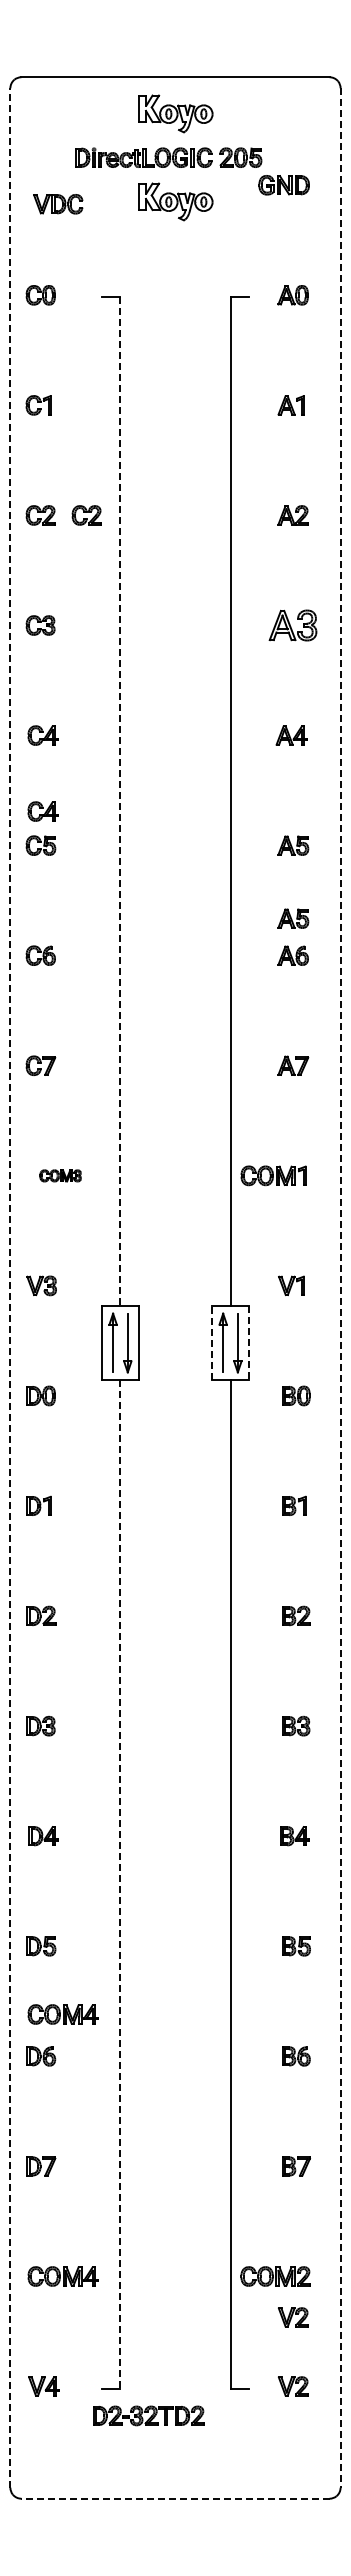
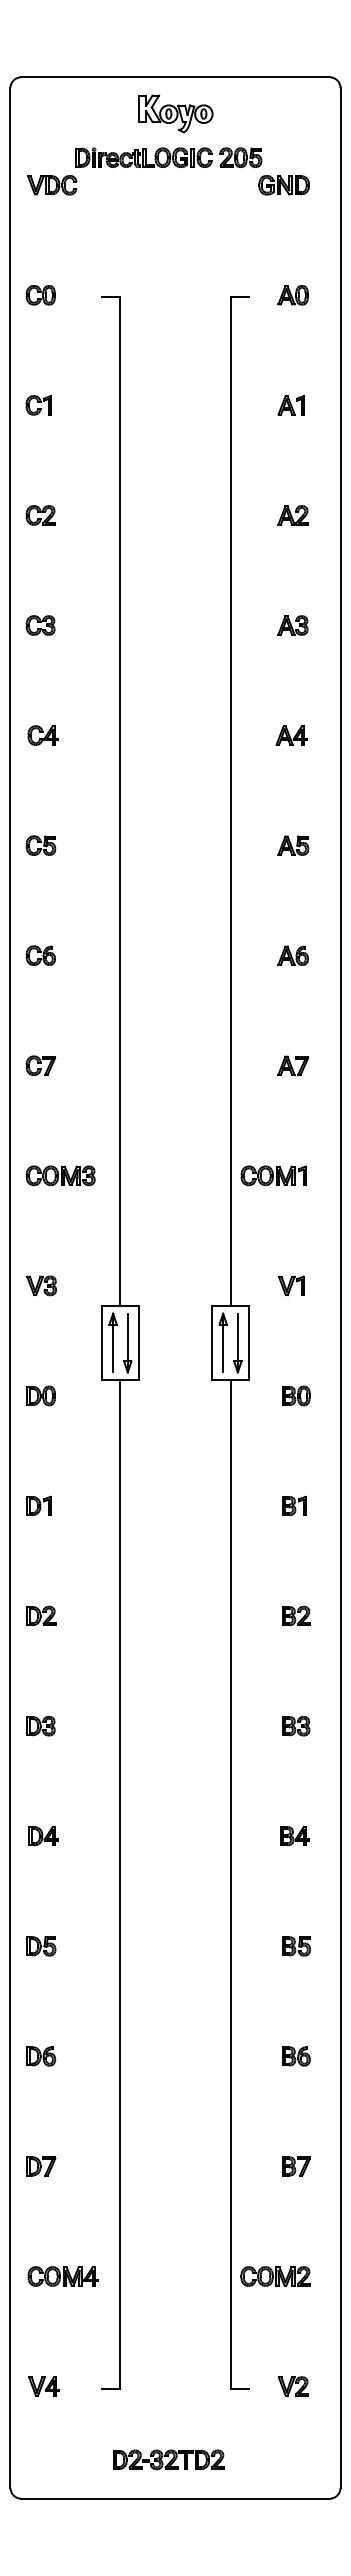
part at (175, 201): present -> none
part at (58, 204) position: (58, 204) -> (52, 185)
part at (86, 515): present -> none
part at (292, 625) size: 50x33 px -> 32x21 px
line at (120, 802): dashed -> solid
part at (42, 811): present -> none
part at (293, 918): present -> none
part at (60, 1175) size: 43x14 px -> 71x22 px
line at (10, 1287): dashed -> solid
line at (340, 1287): dashed -> solid
line at (212, 1343): dashed -> solid
line at (248, 1343): dashed -> solid
line at (120, 1884): dashed -> solid
part at (62, 2014): present -> none
part at (293, 2317): present -> none
part at (148, 2415) position: (148, 2415) -> (168, 2459)
line at (174, 2498): dashed -> solid
